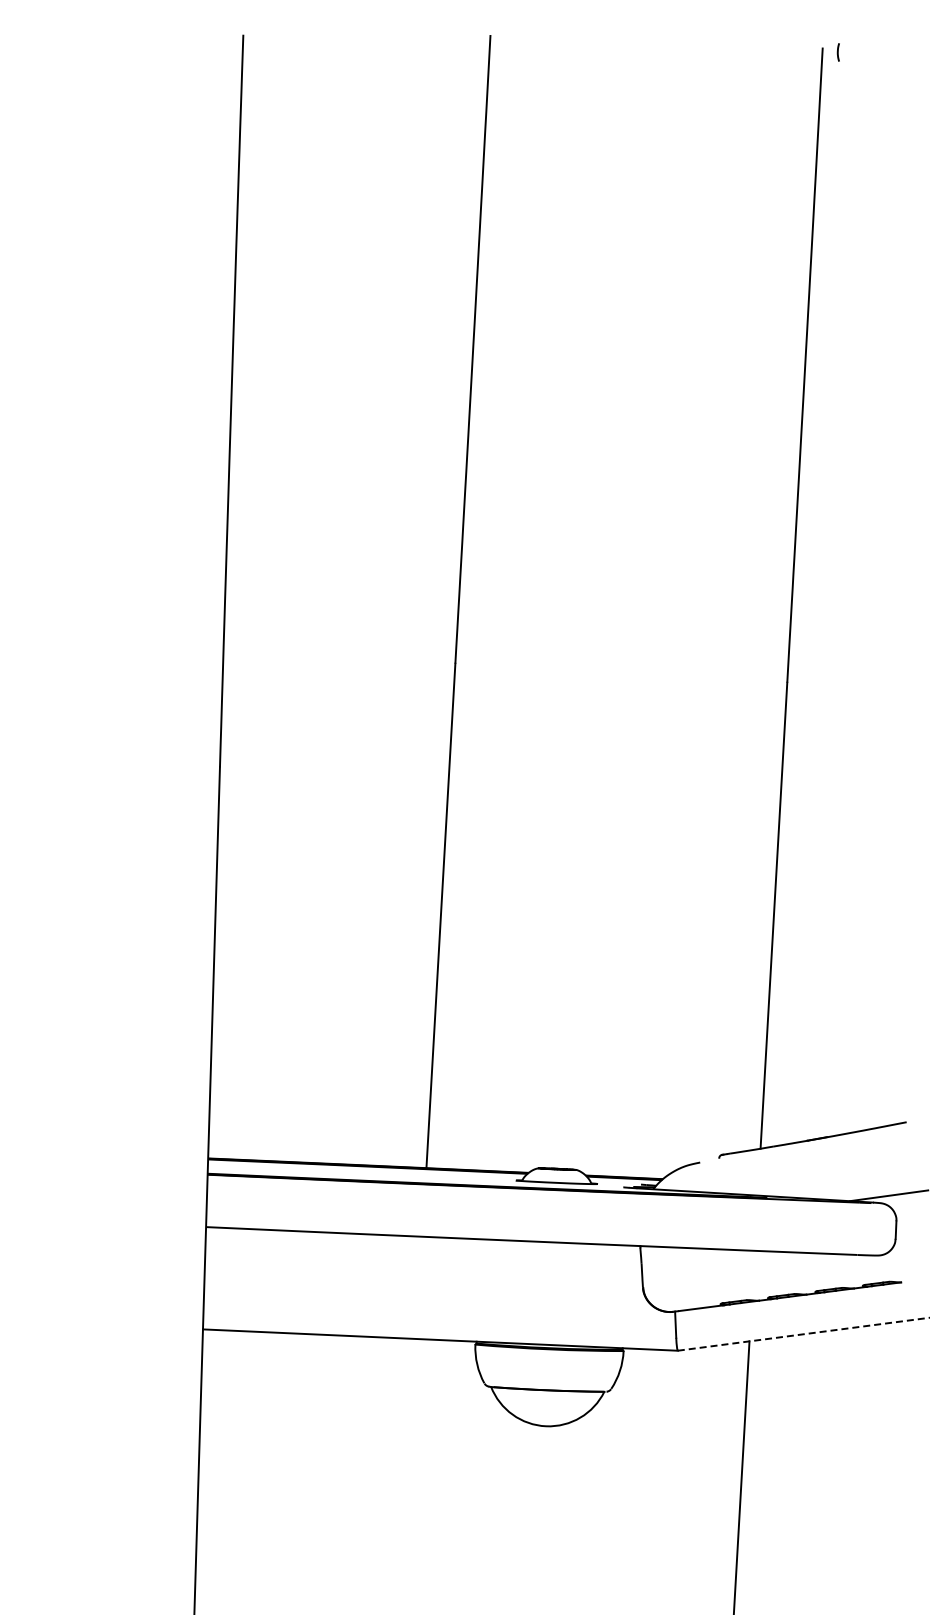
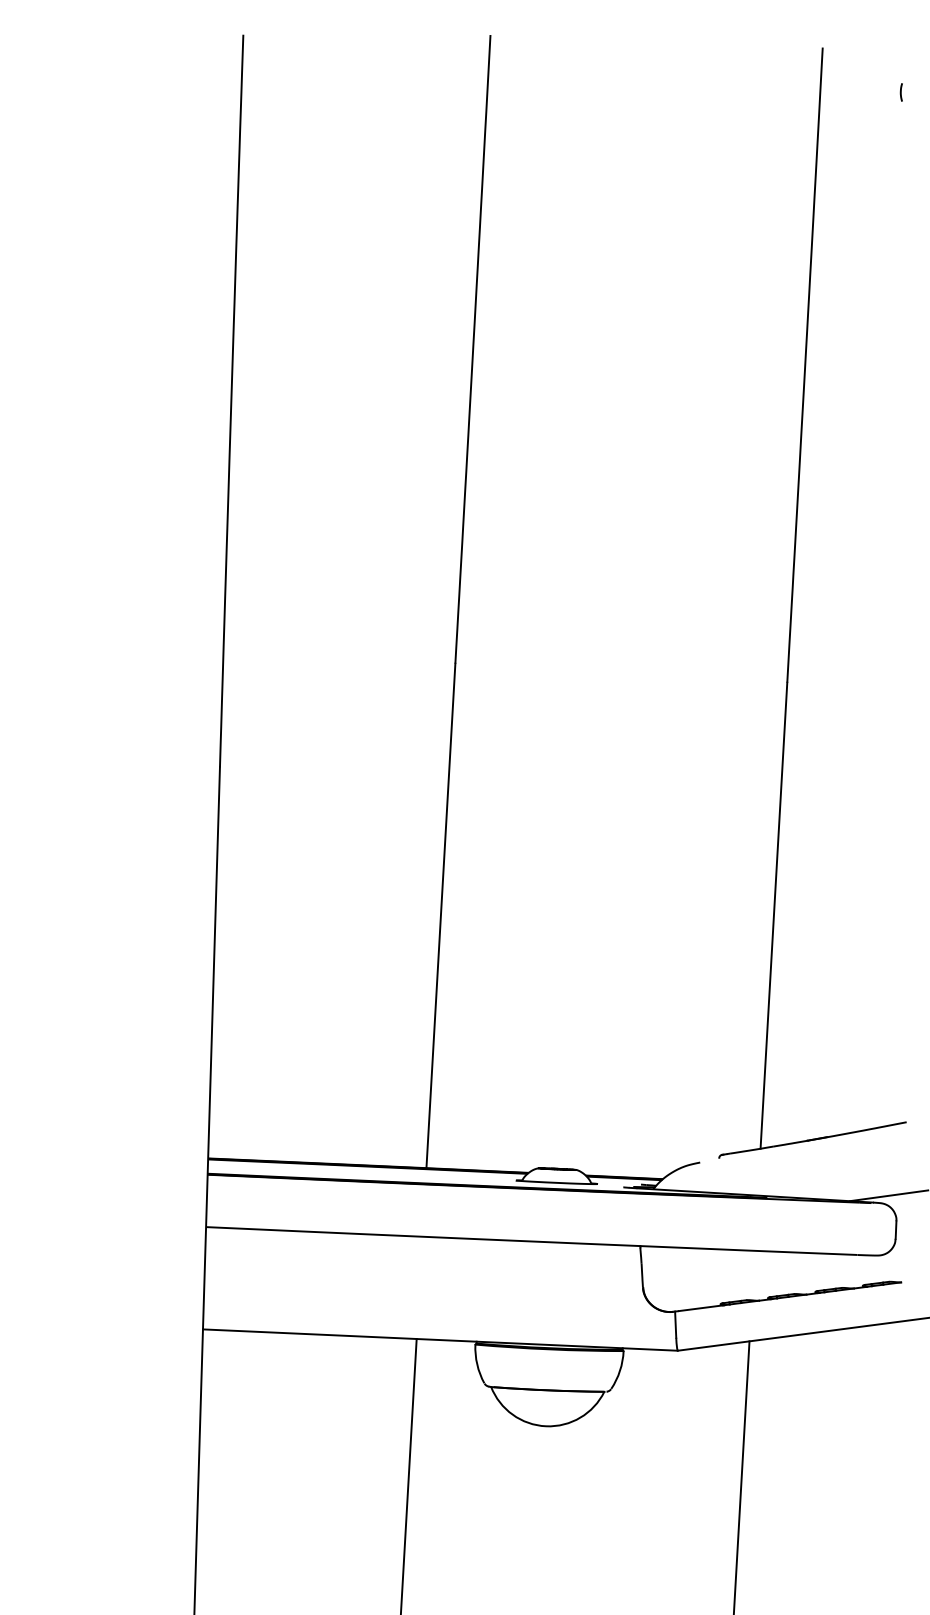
line at (837, 52) position: (837, 52) -> (900, 92)
line at (803, 1334): dashed -> solid
line at (408, 1475): none -> present
